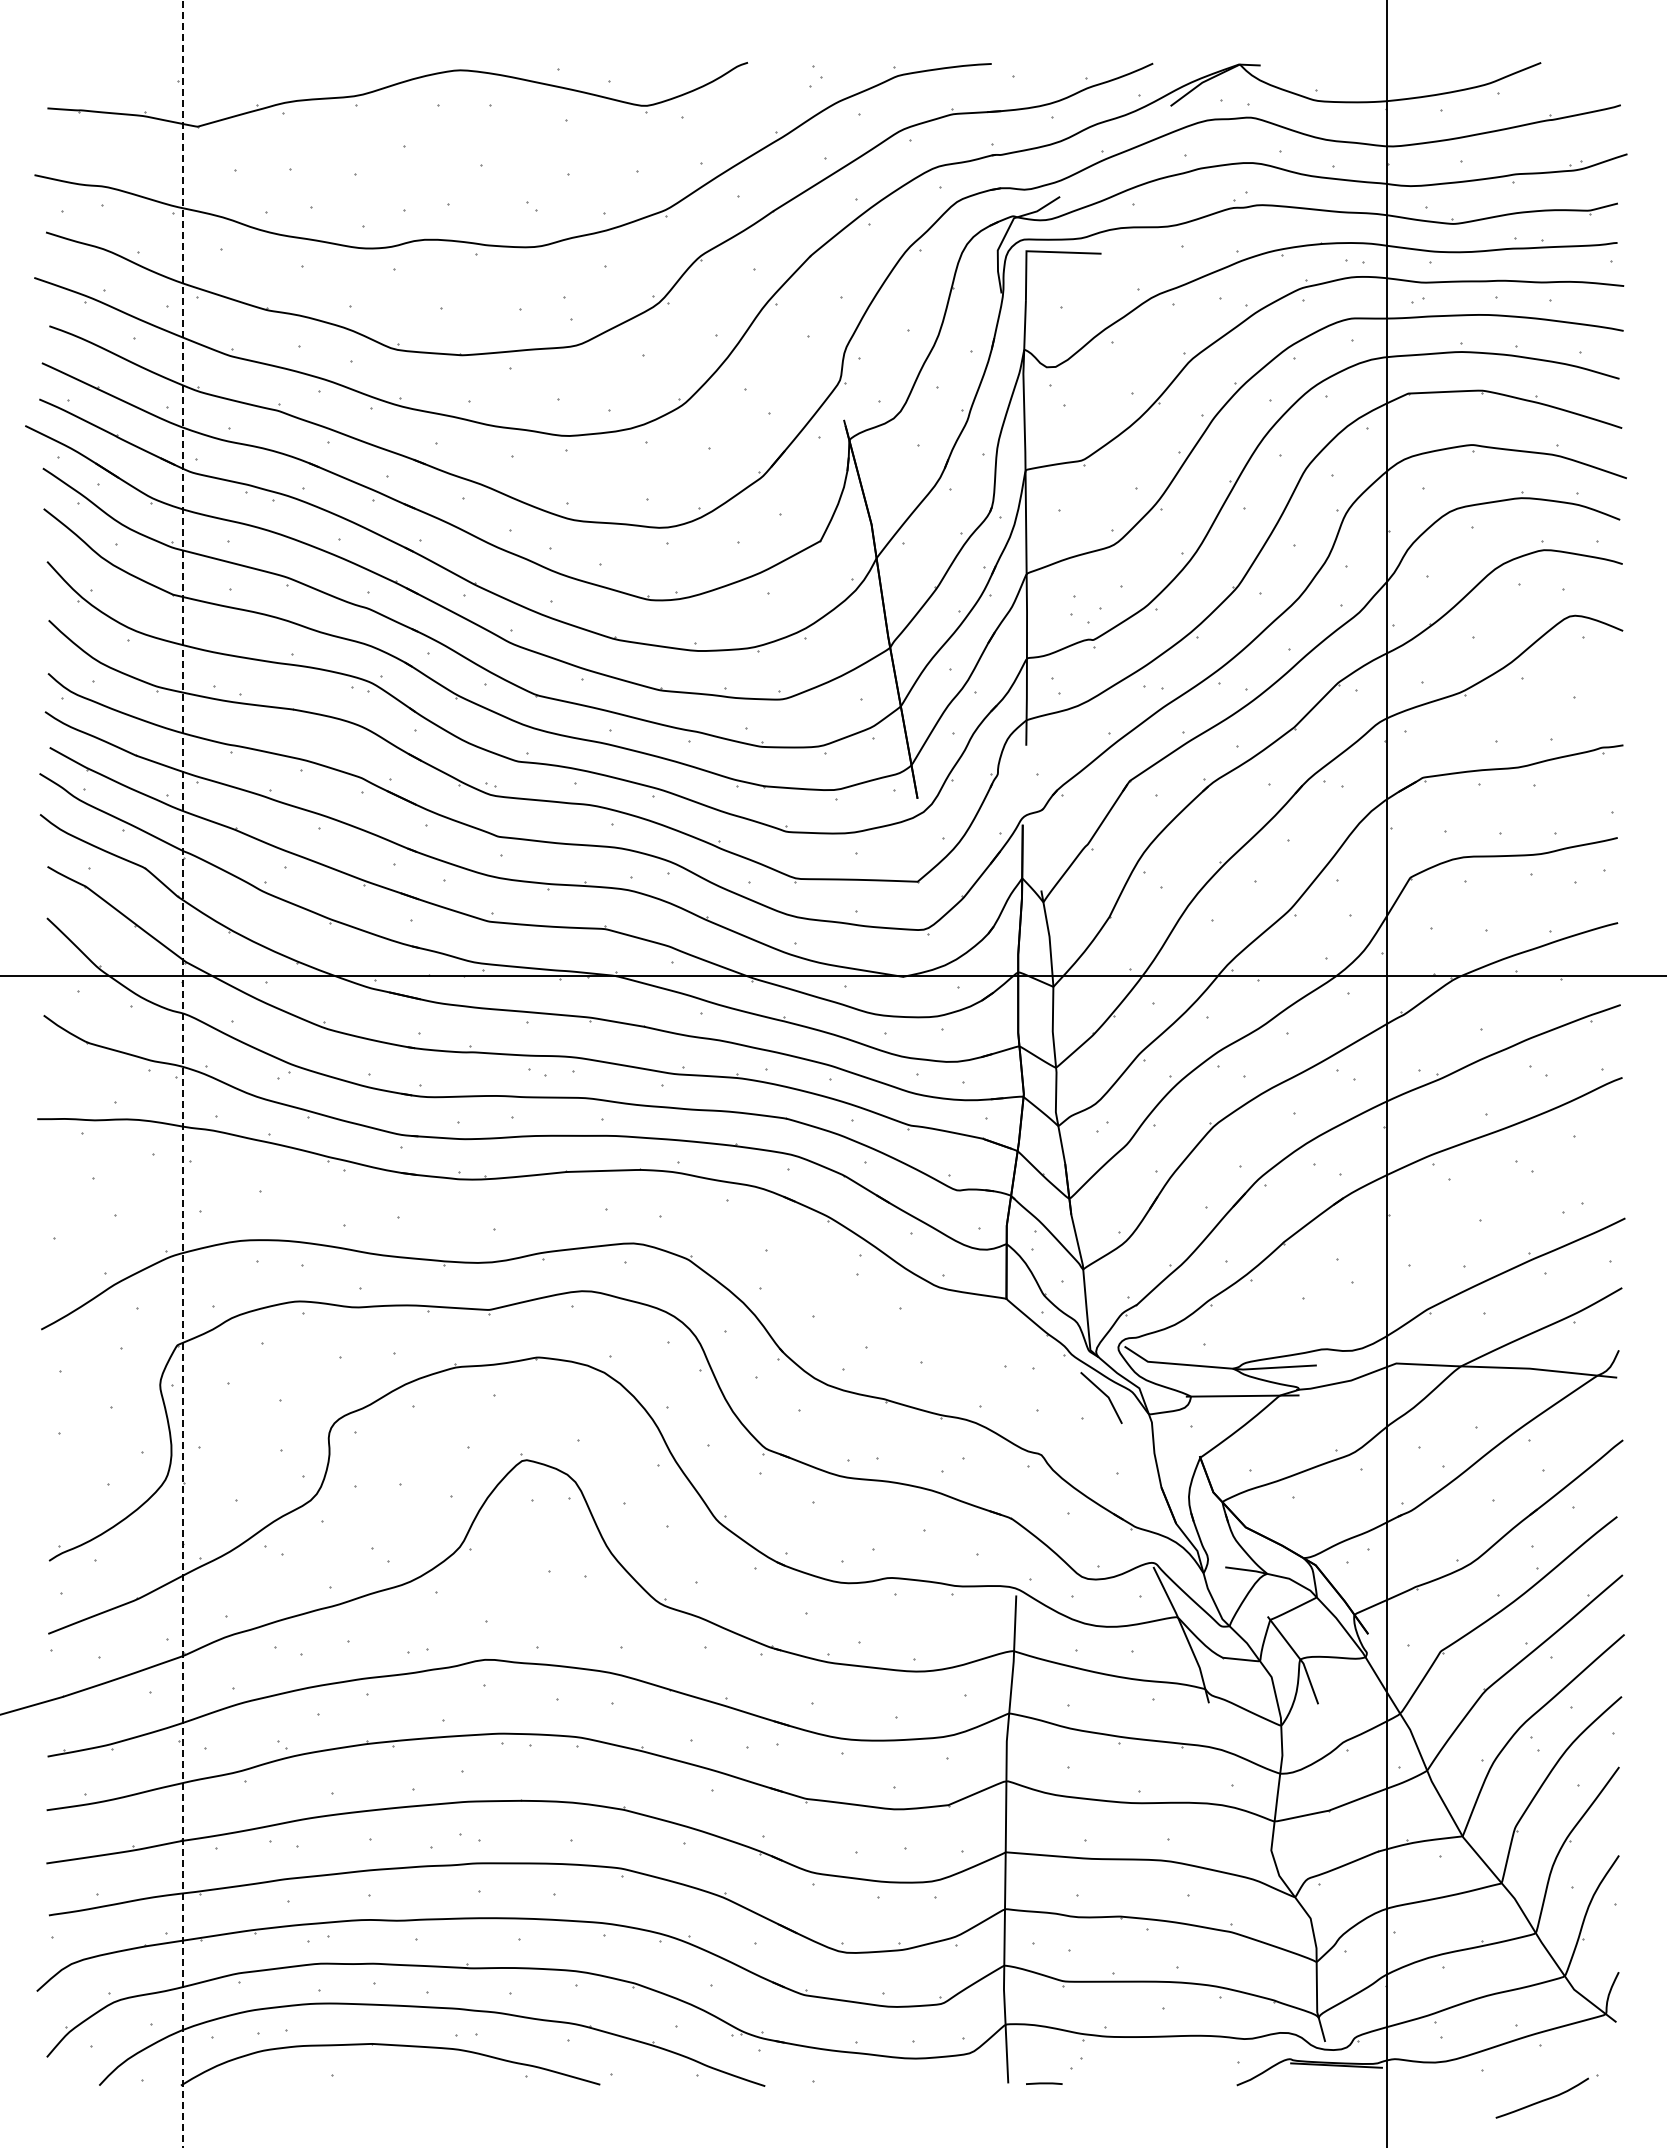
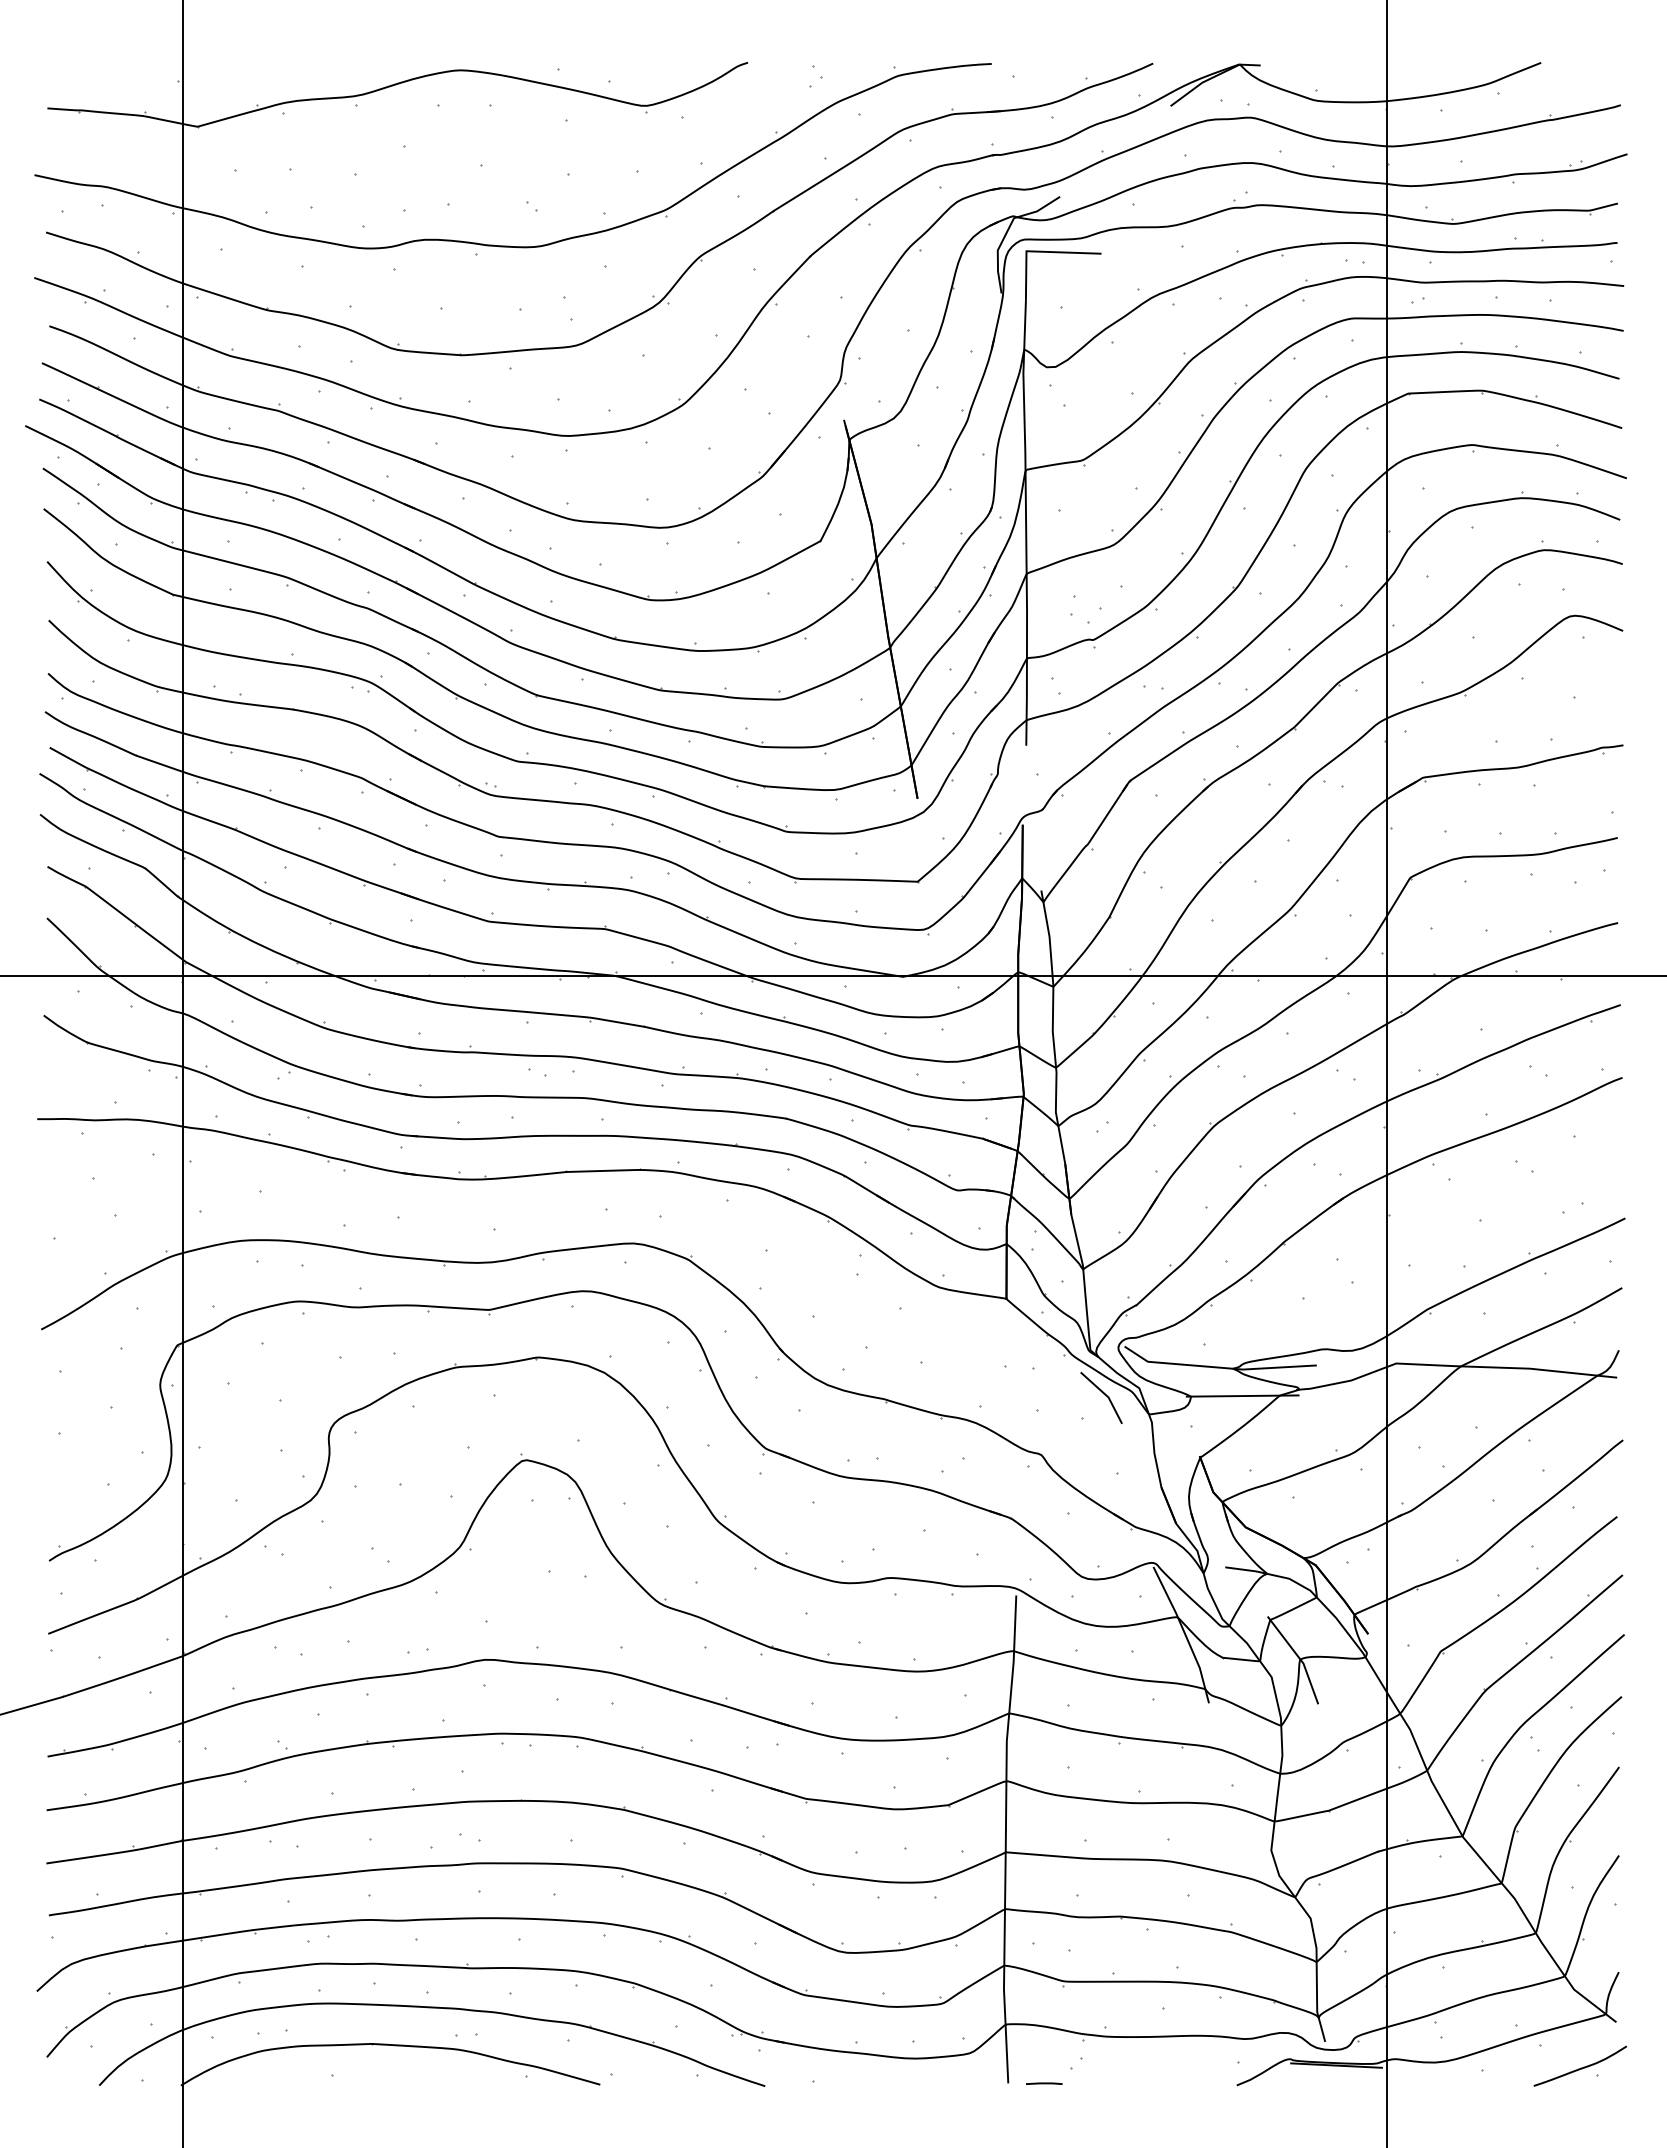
line at (183, 1073): dashed -> solid
curve at (1543, 2099) position: (1543, 2099) -> (1581, 2067)
